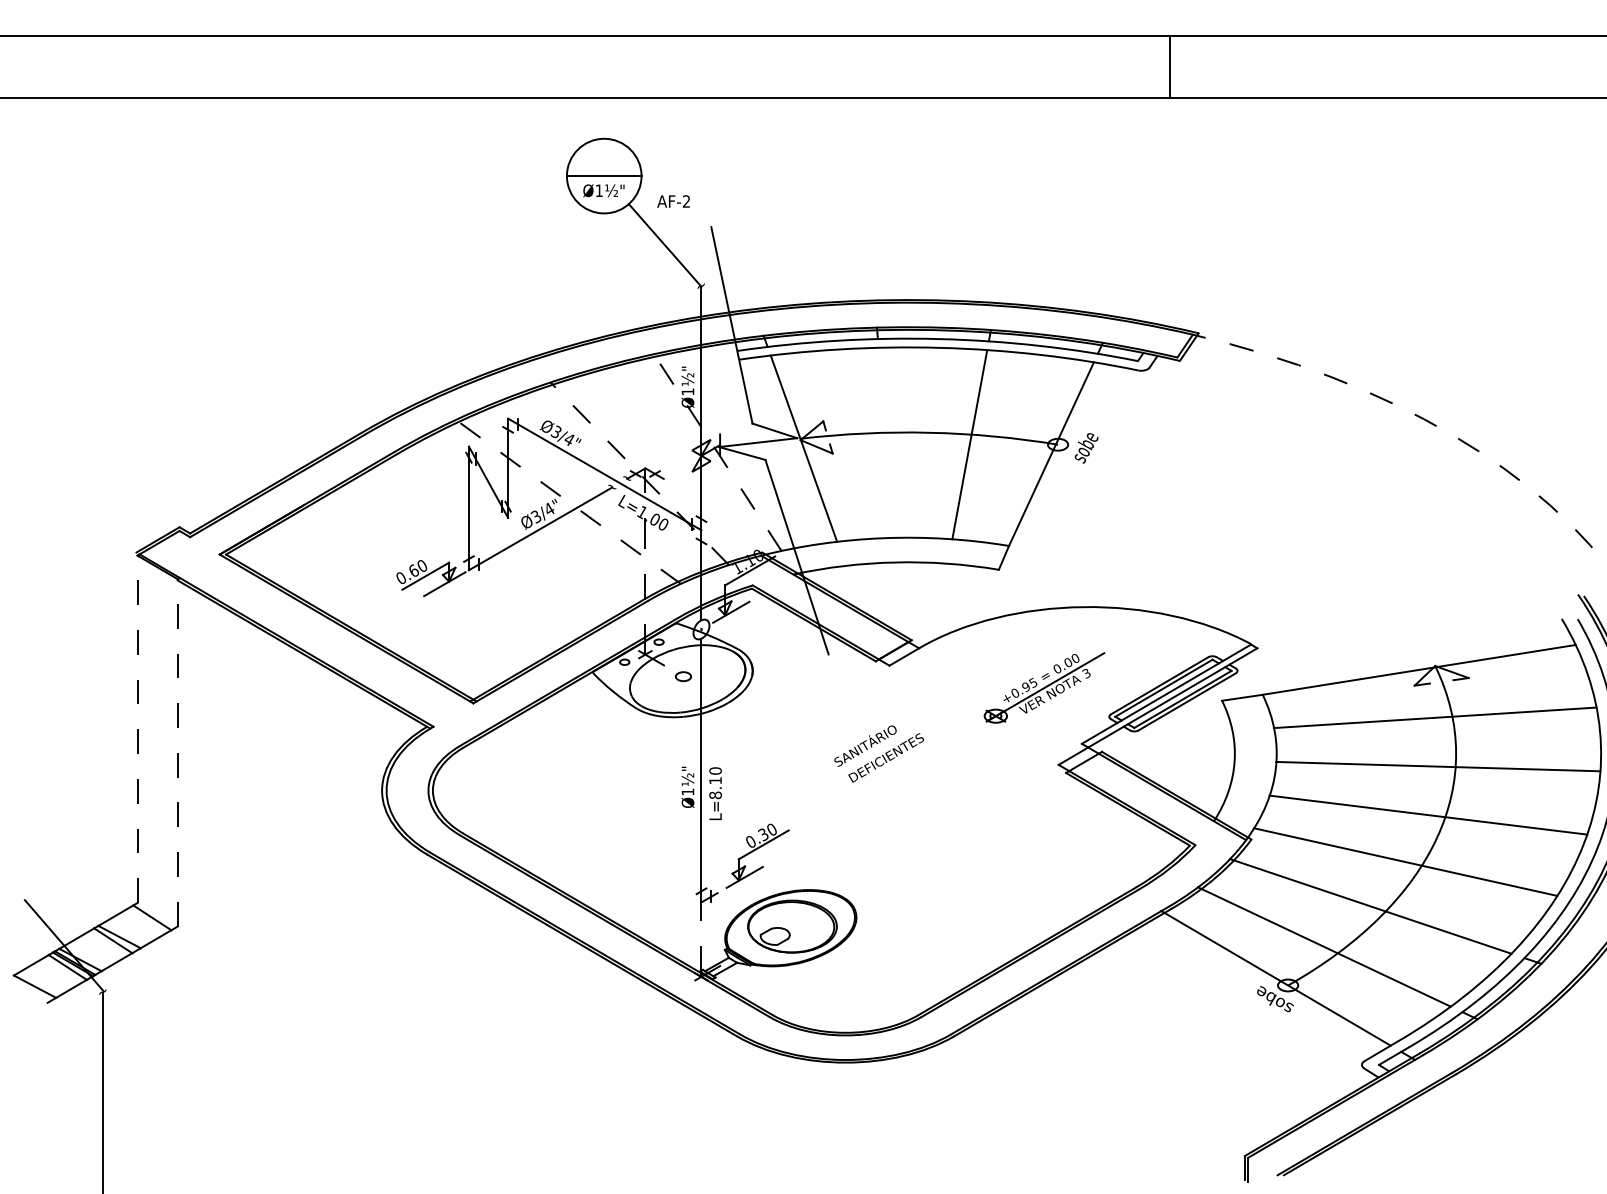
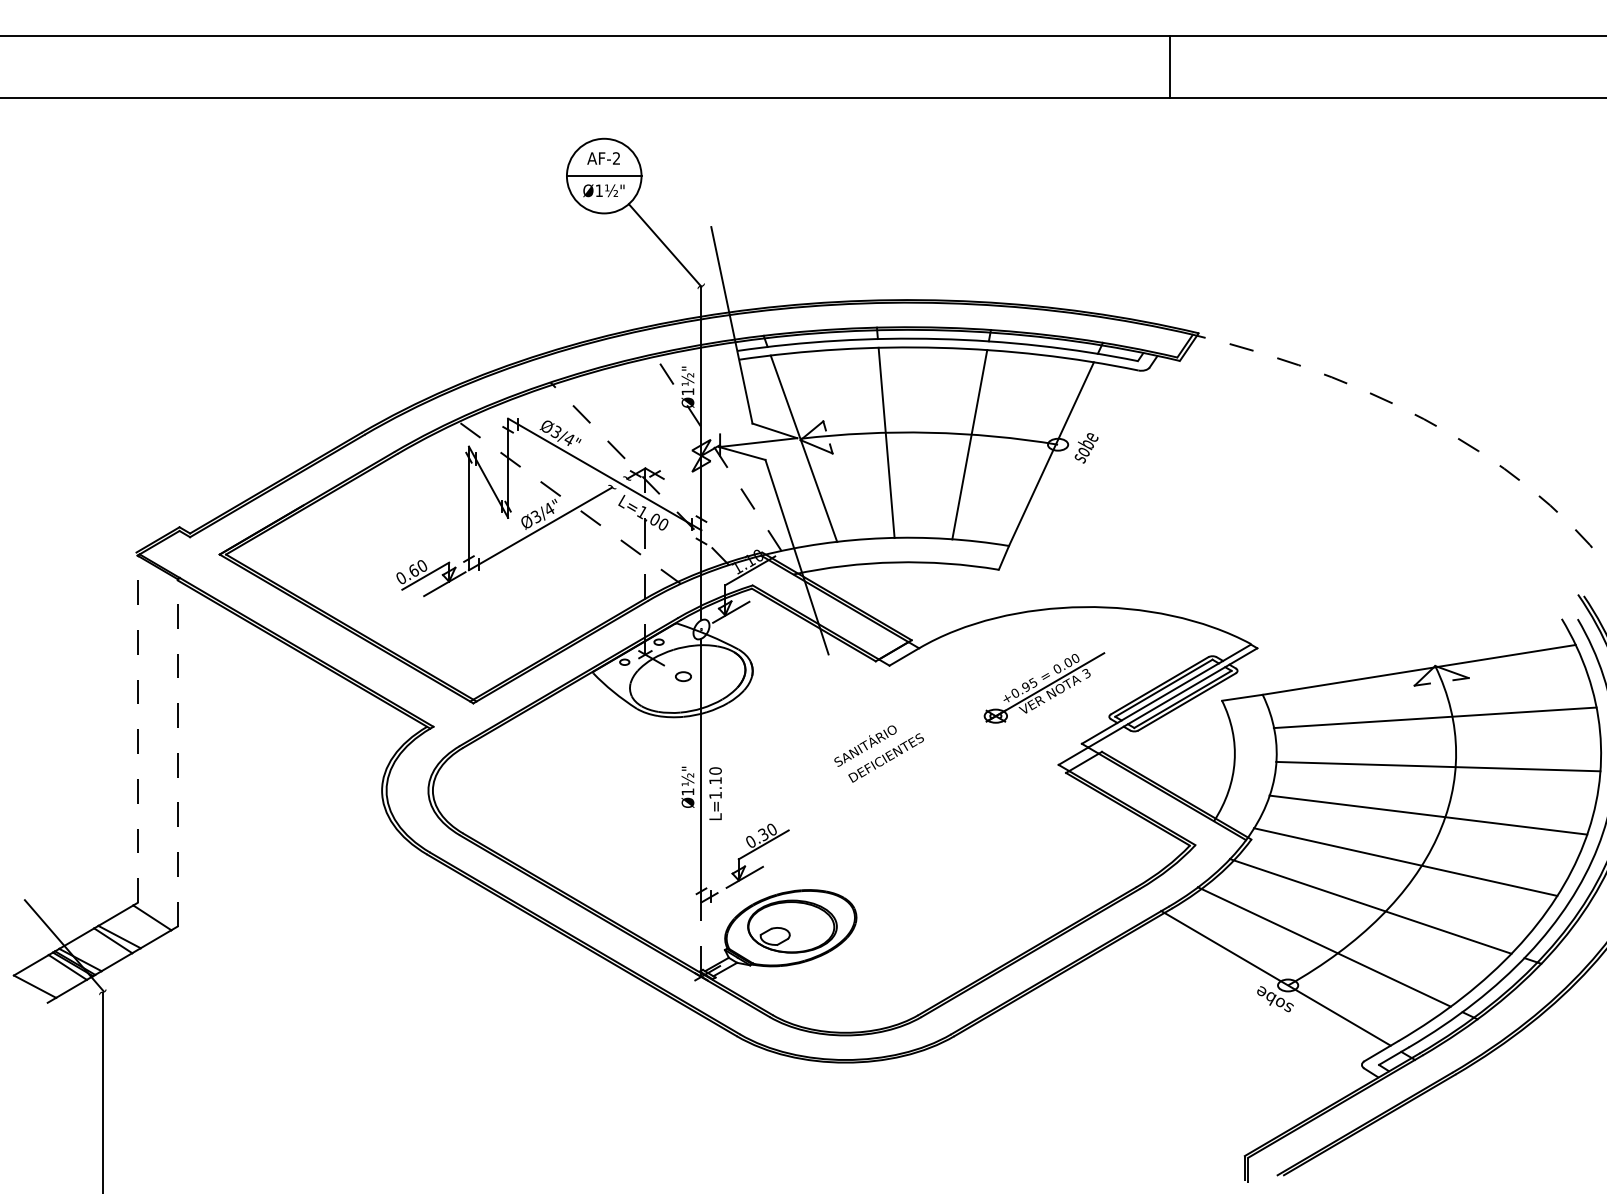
text at (673, 201) position: (673, 201) -> (603, 158)
line at (886, 442): none -> present
text at (715, 795): L=8.10 -> L=1.10
